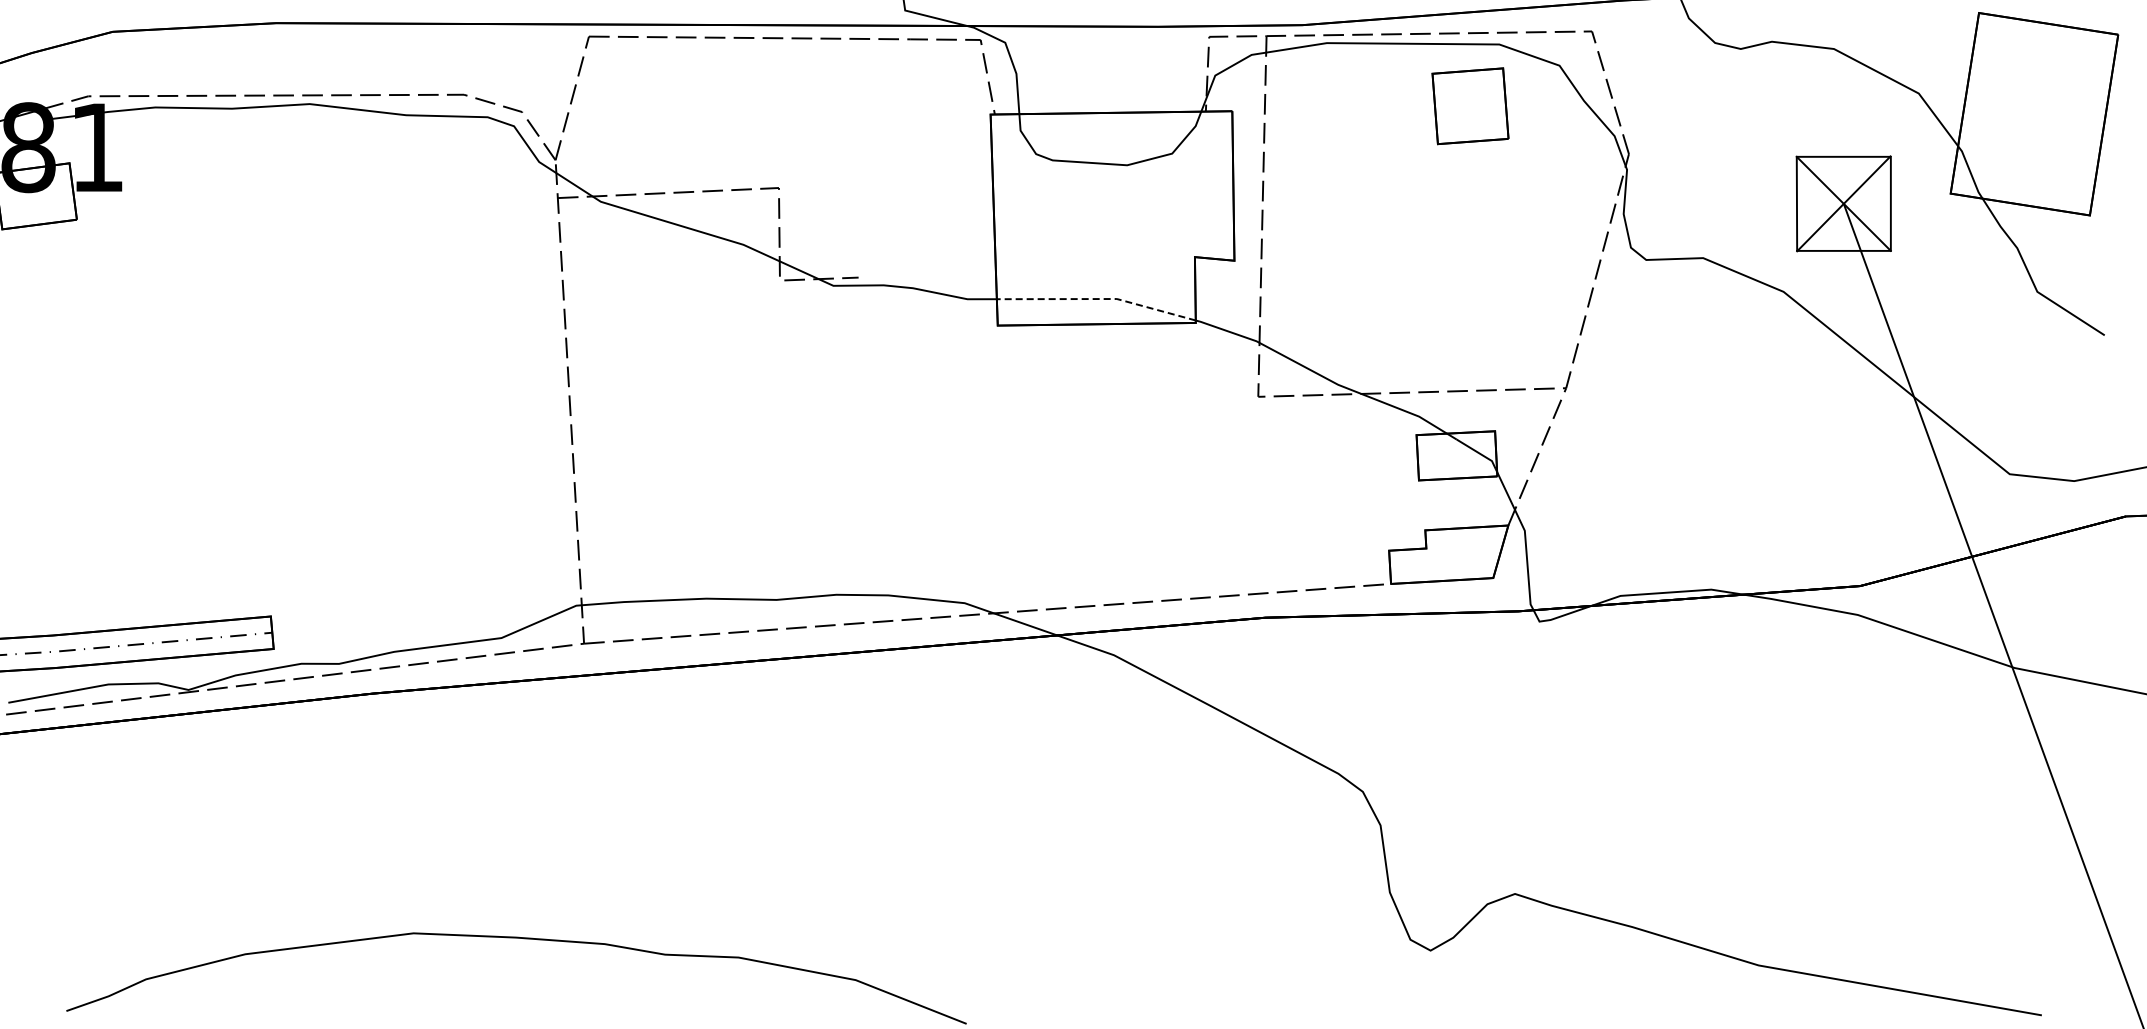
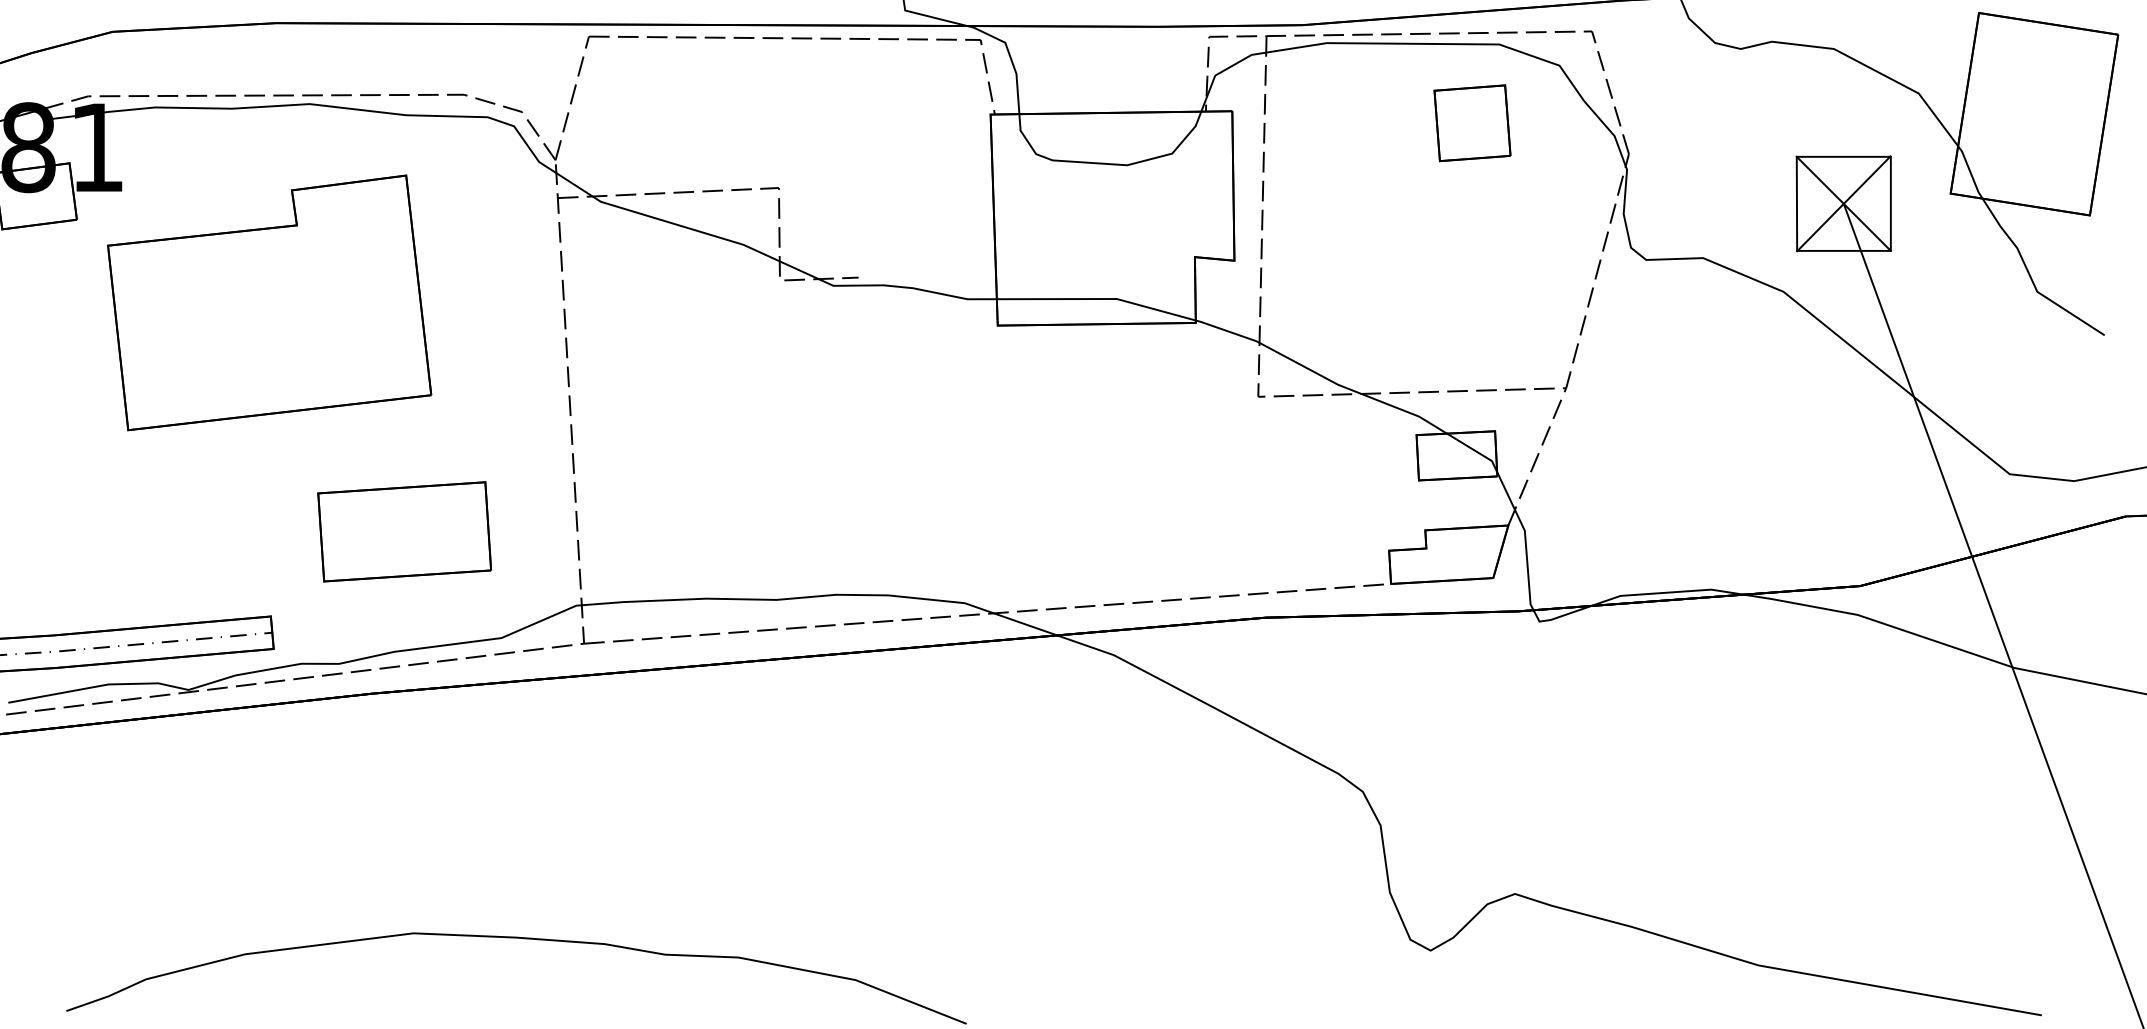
part at (1470, 106) position: (1470, 106) -> (1472, 123)
line at (1098, 299): dashed -> solid
part at (269, 302): none -> present
part at (404, 531): none -> present
